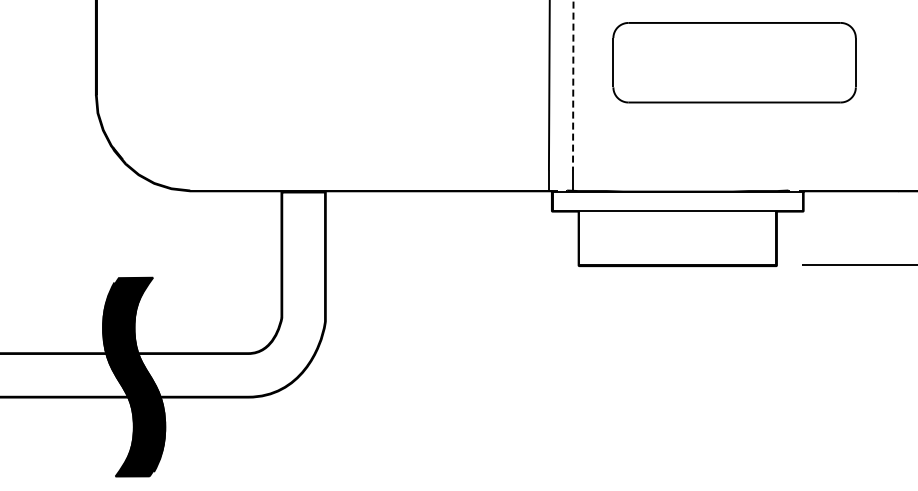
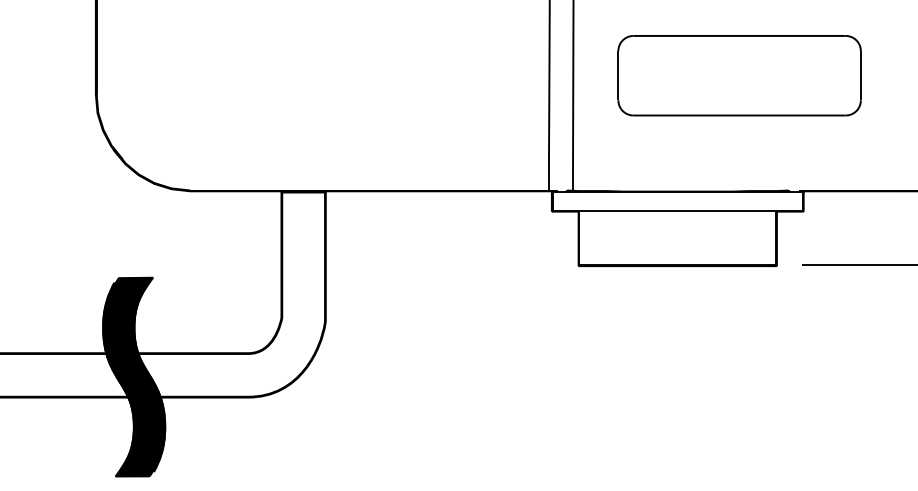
part at (734, 62) position: (734, 62) -> (739, 75)
line at (573, 85): dashed -> solid
